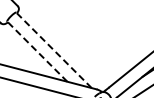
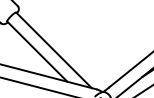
line at (53, 49): dashed -> solid
line at (37, 51): dashed -> solid
